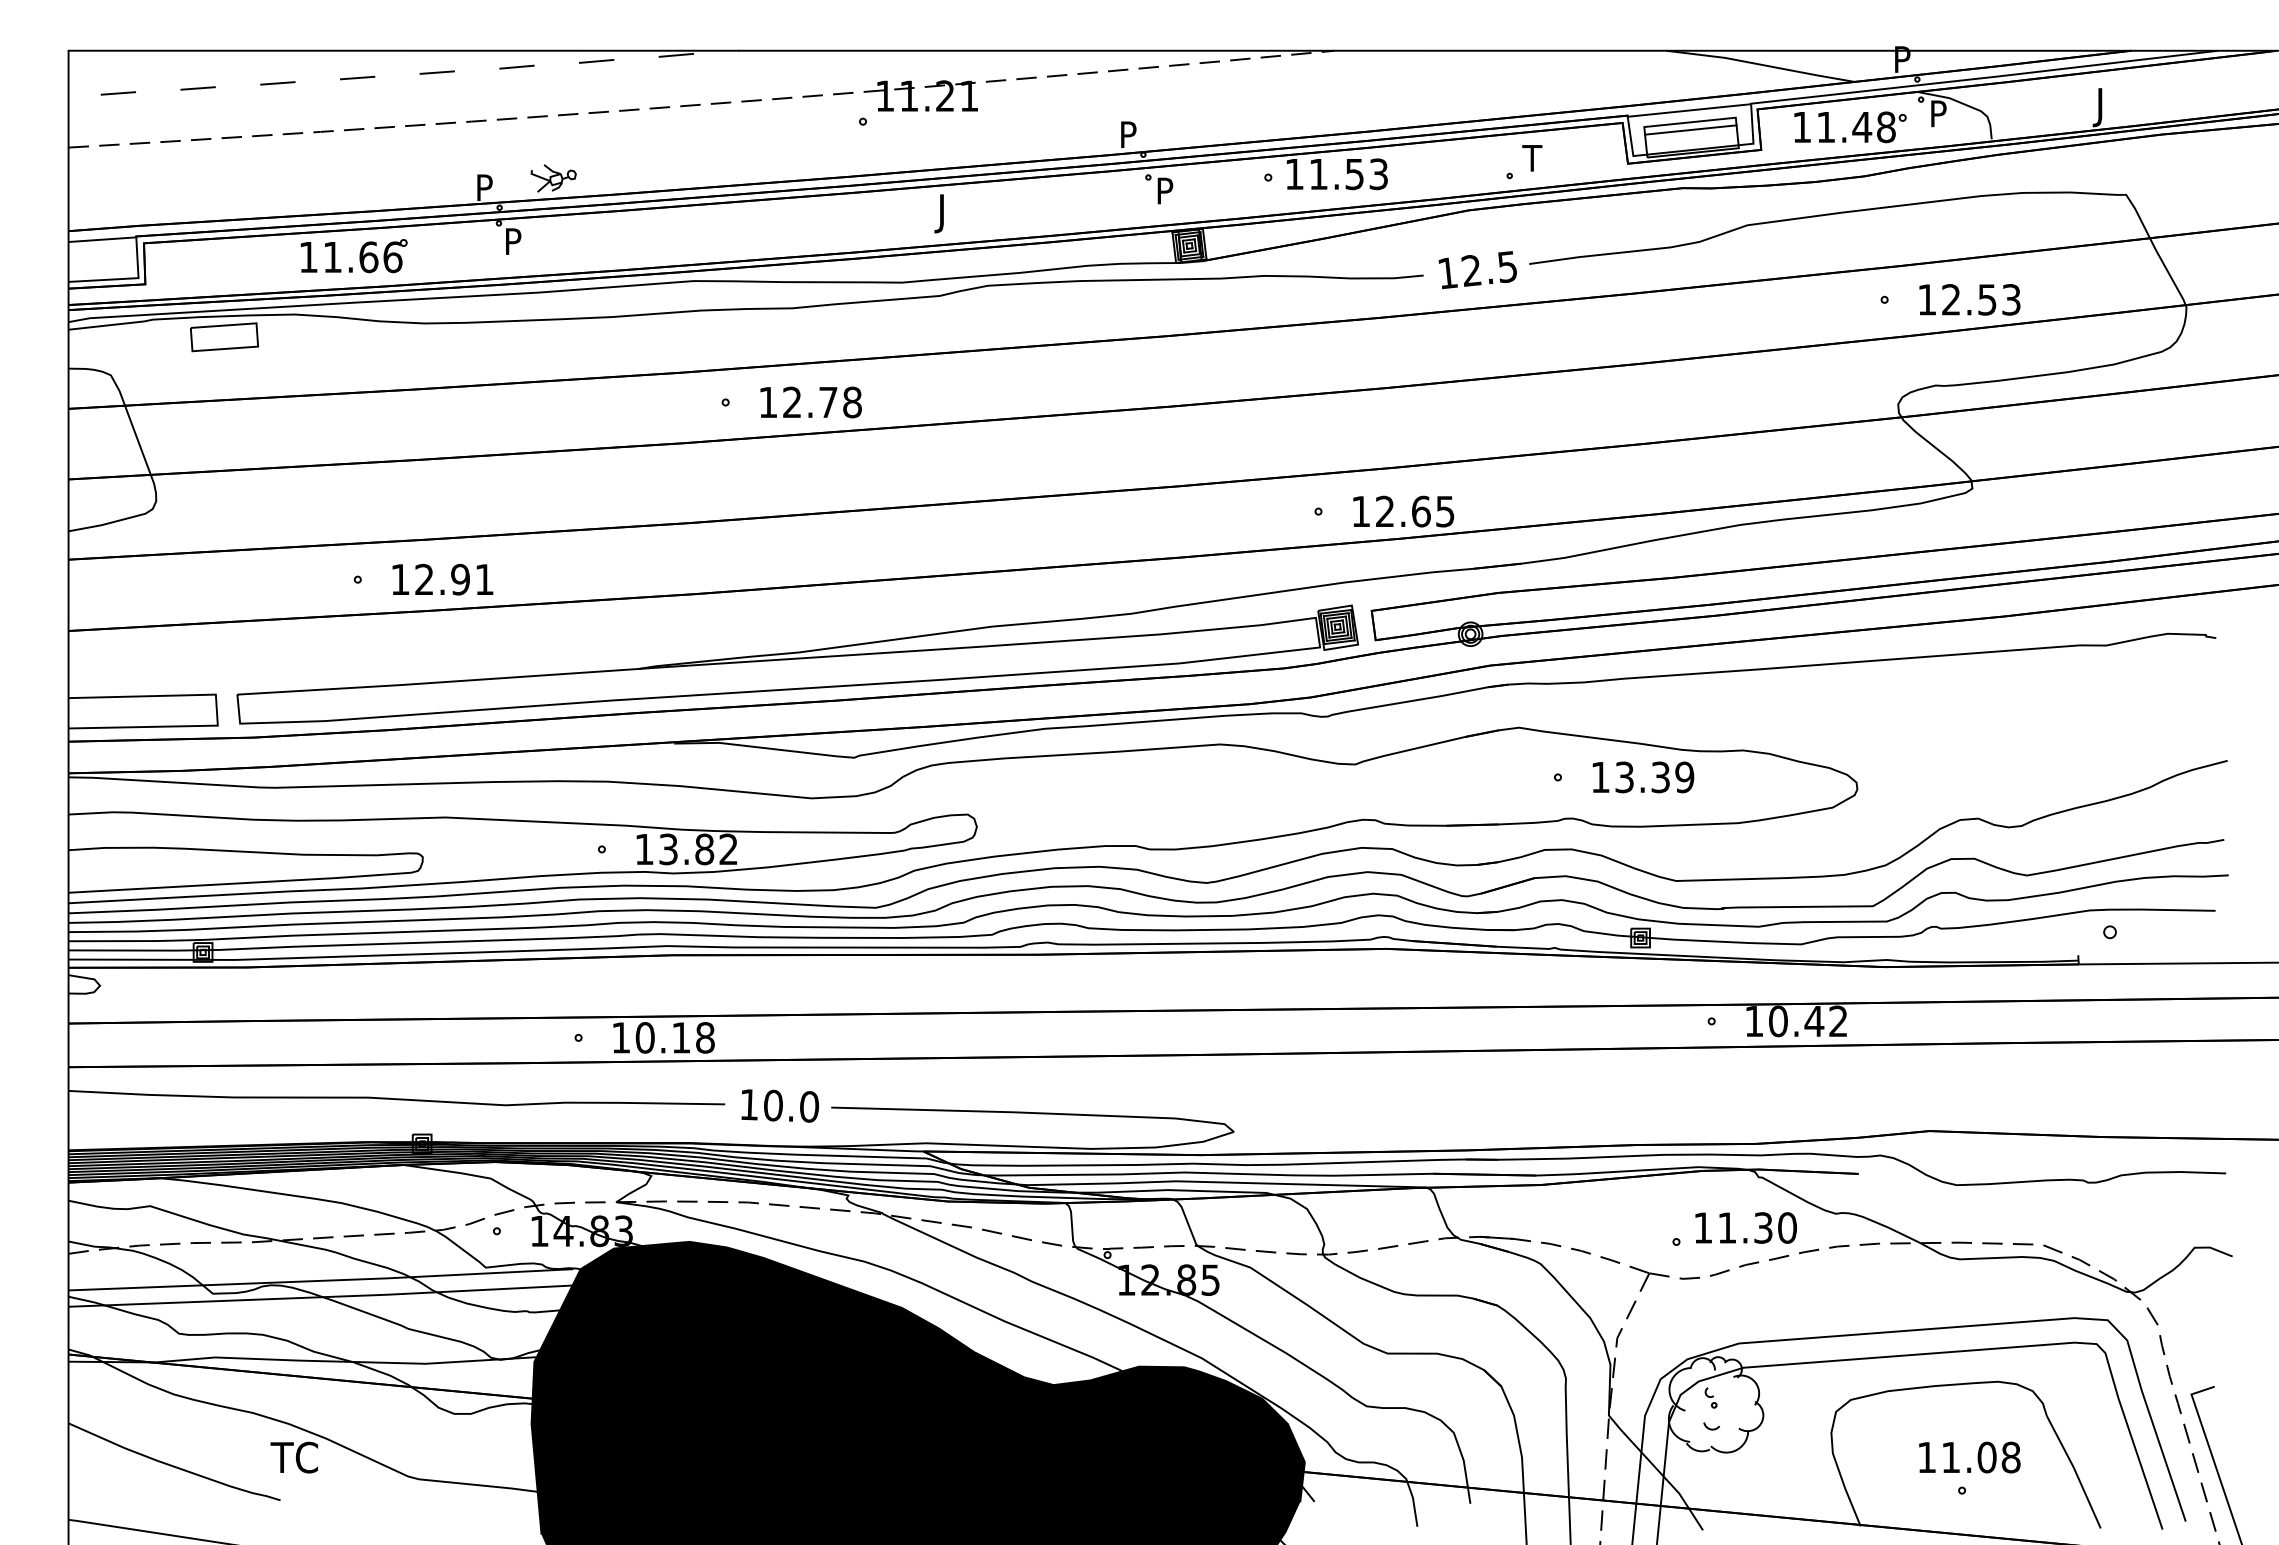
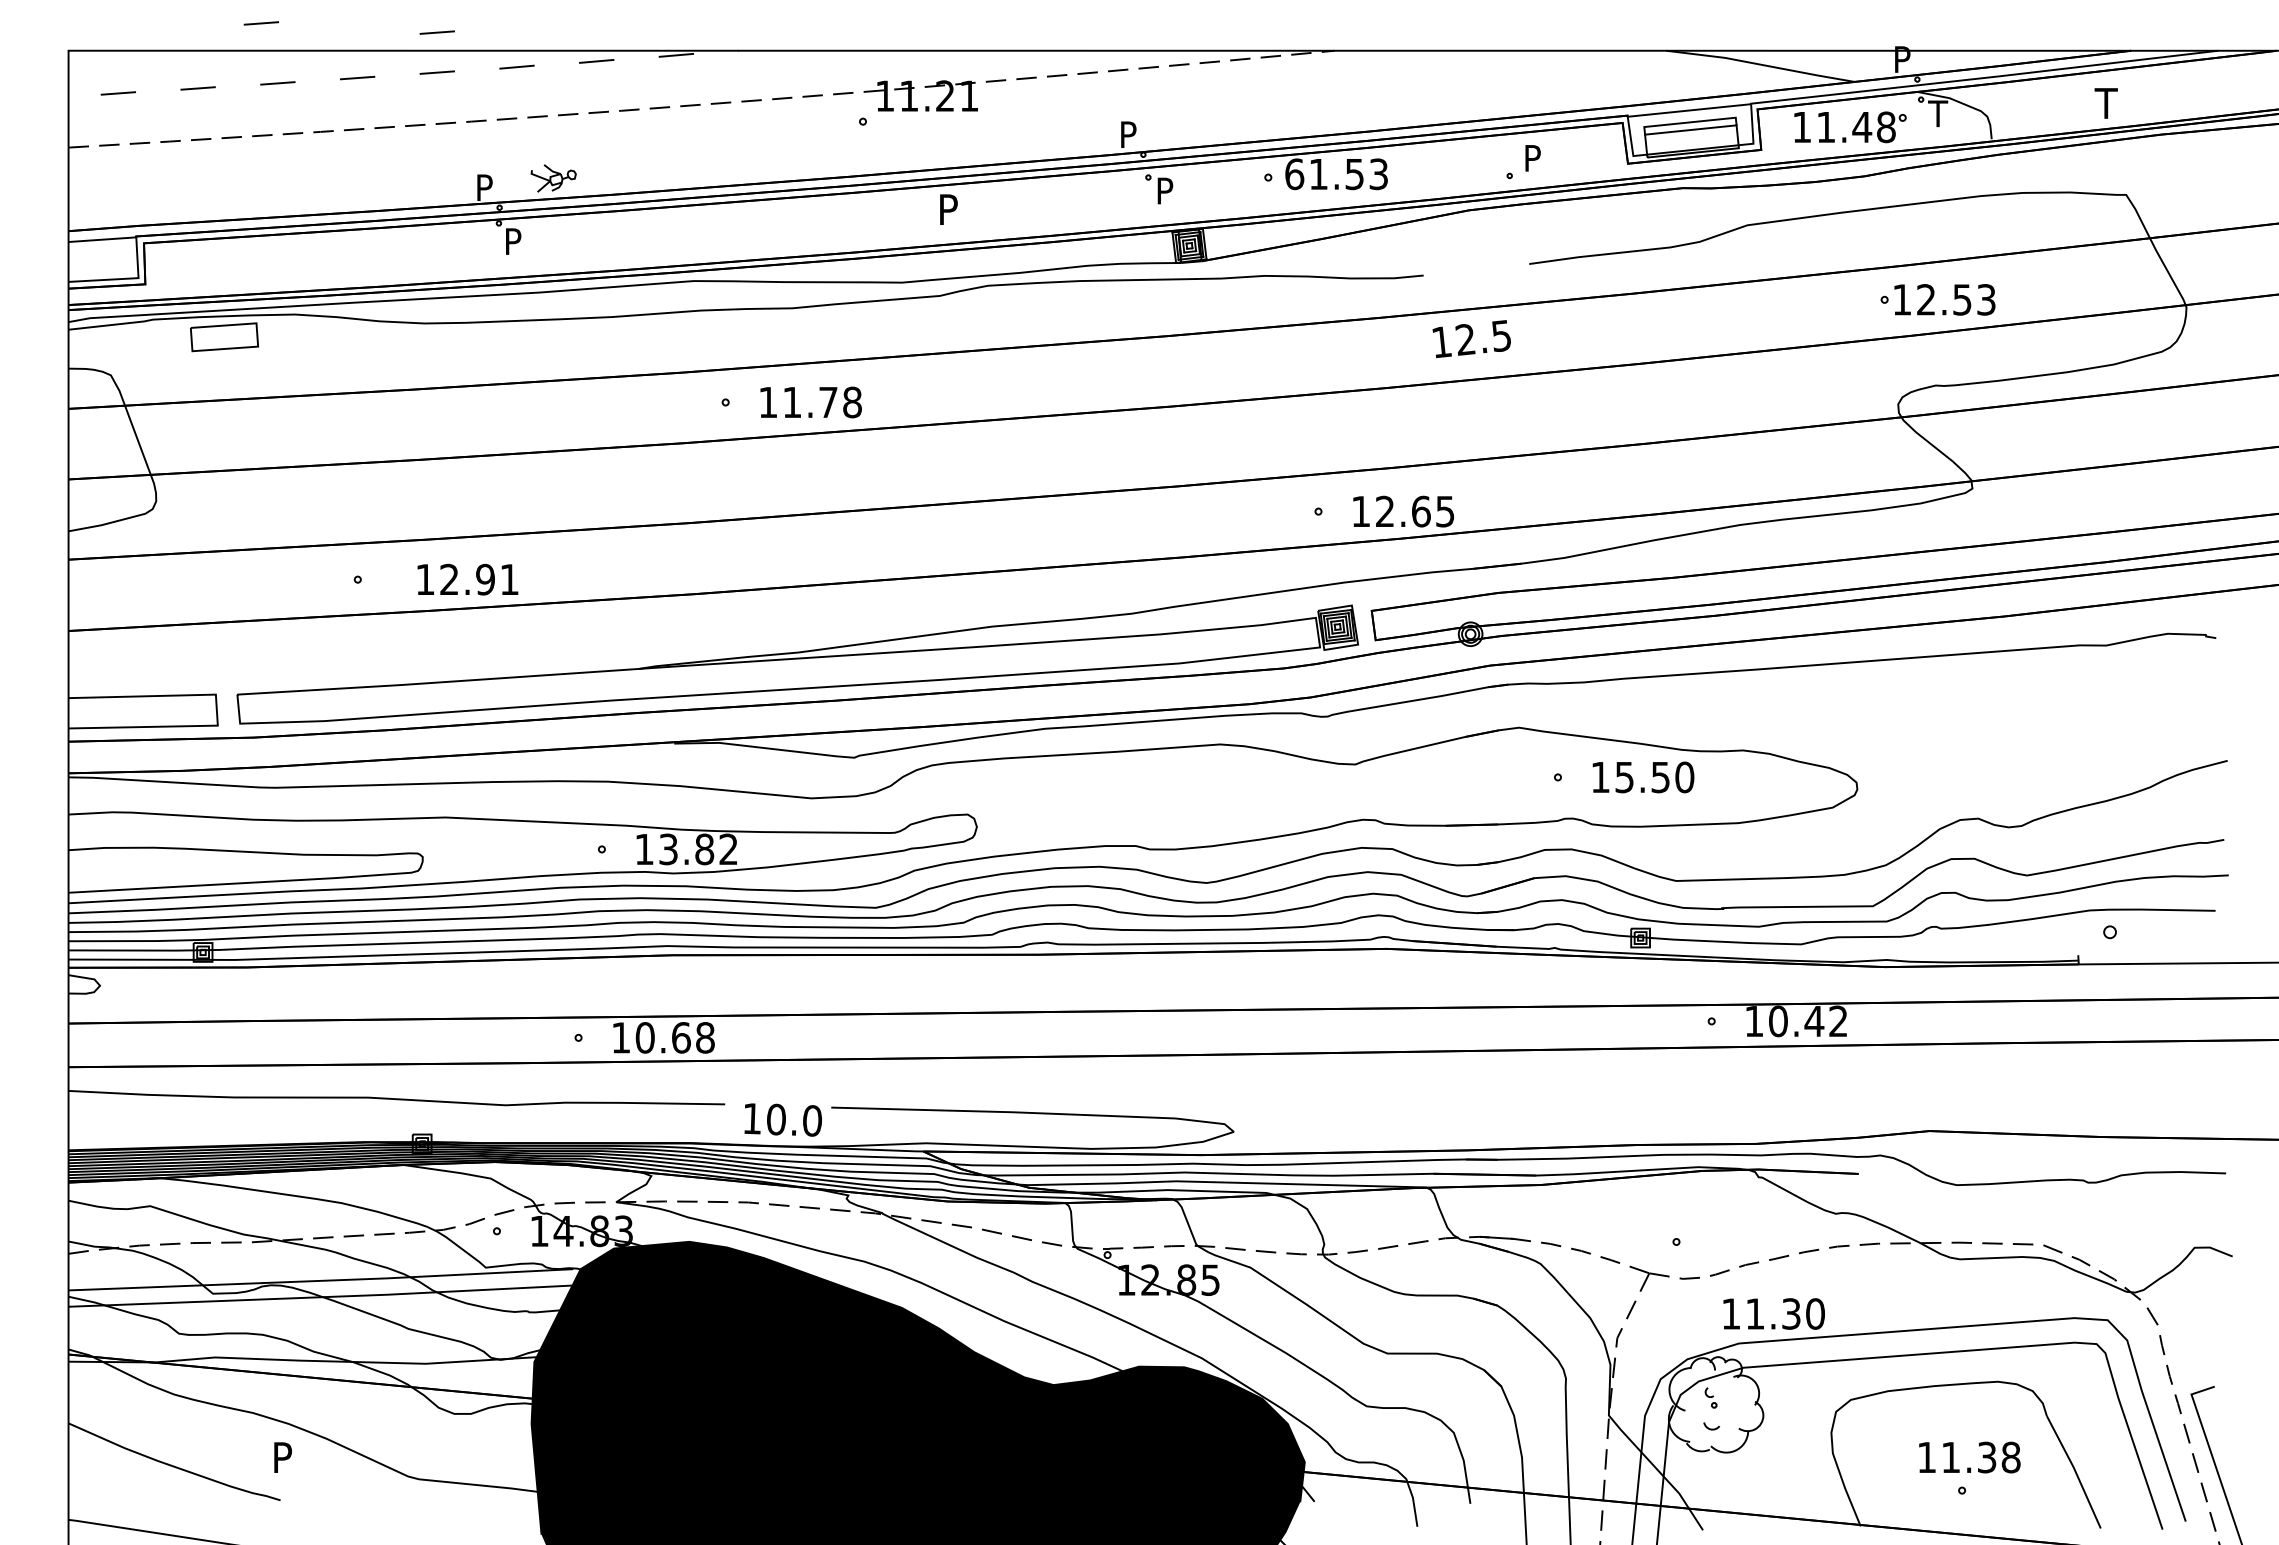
line at (260, 23): none -> present
line at (436, 32): none -> present
text at (2104, 107): J -> T
text at (1938, 113): P -> T
text at (1532, 158): T -> P
text at (1294, 174): 11.53 -> 61.53
text at (945, 213): J -> P
part at (353, 256): present -> none
text at (1477, 270) position: (1477, 270) -> (1471, 339)
text at (1969, 299) position: (1969, 299) -> (1944, 299)
text at (791, 401): 12.78 -> 11.78
text at (442, 579) position: (442, 579) -> (467, 579)
text at (1655, 777): 13.39 -> 15.50
text at (681, 1037): 10.18 -> 10.68
text at (779, 1105) position: (779, 1105) -> (782, 1119)
text at (1745, 1227) position: (1745, 1227) -> (1773, 1313)
text at (293, 1457): TC -> P
text at (1986, 1457): 11.08 -> 11.38
